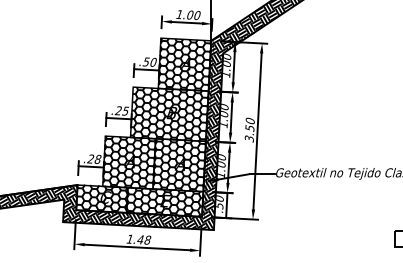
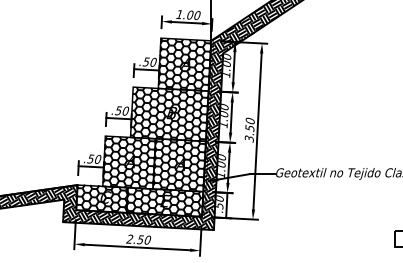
text at (122, 110): .25 -> .50
text at (94, 158): .28 -> .50
text at (138, 239): 1.48 -> 2.50
